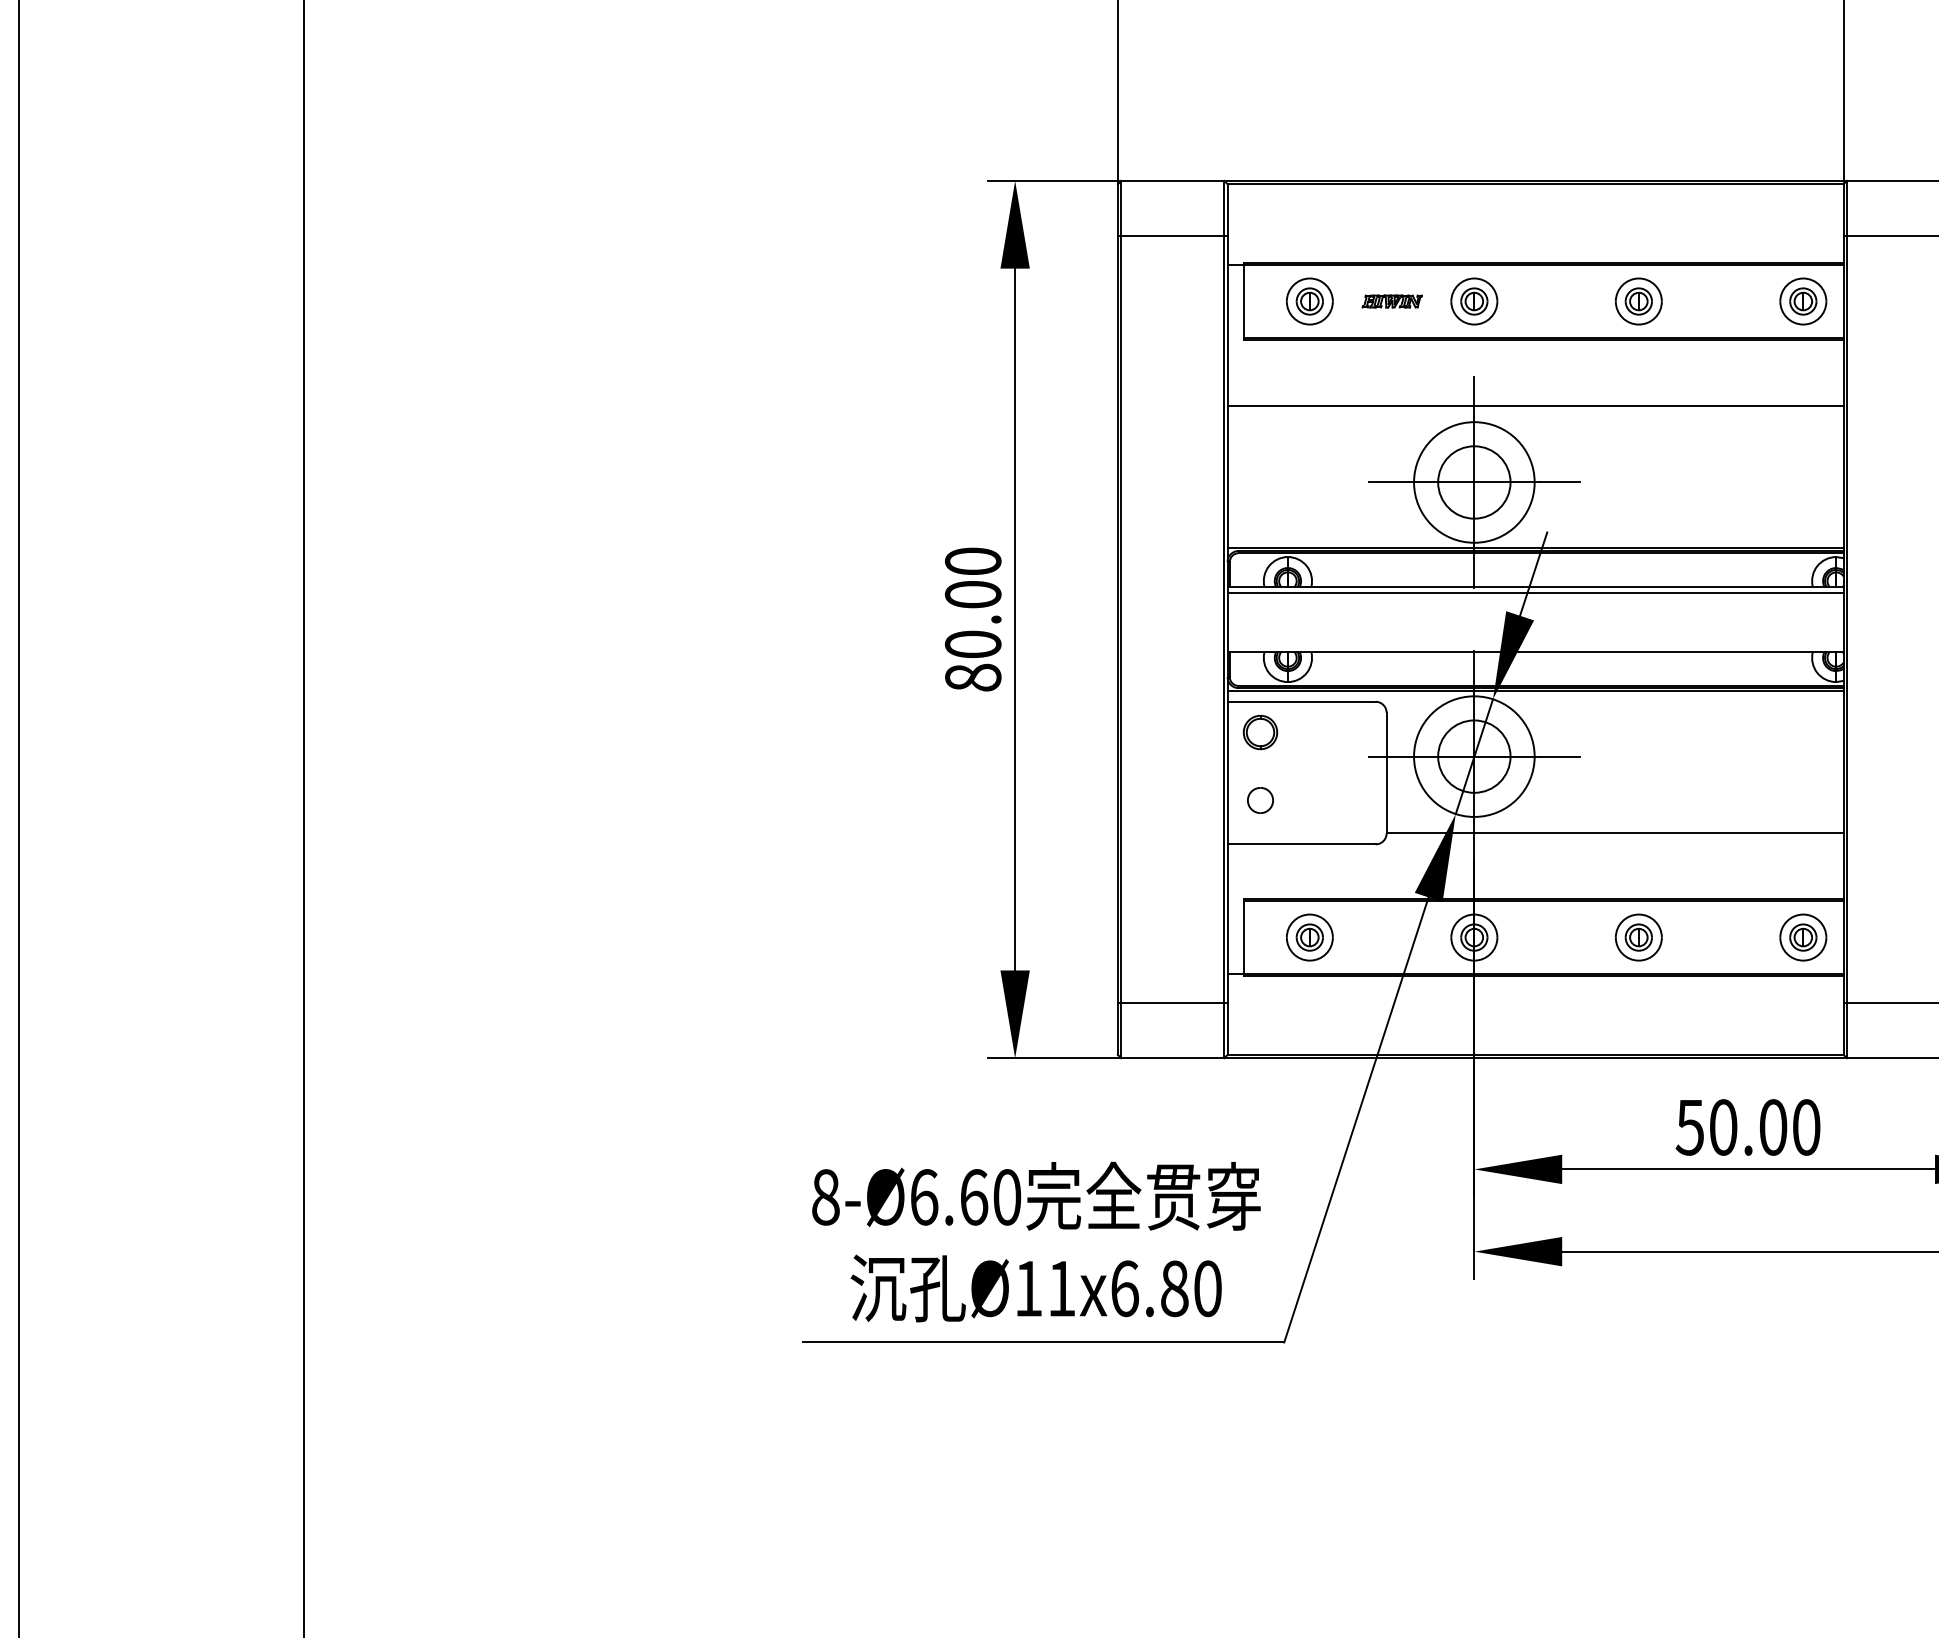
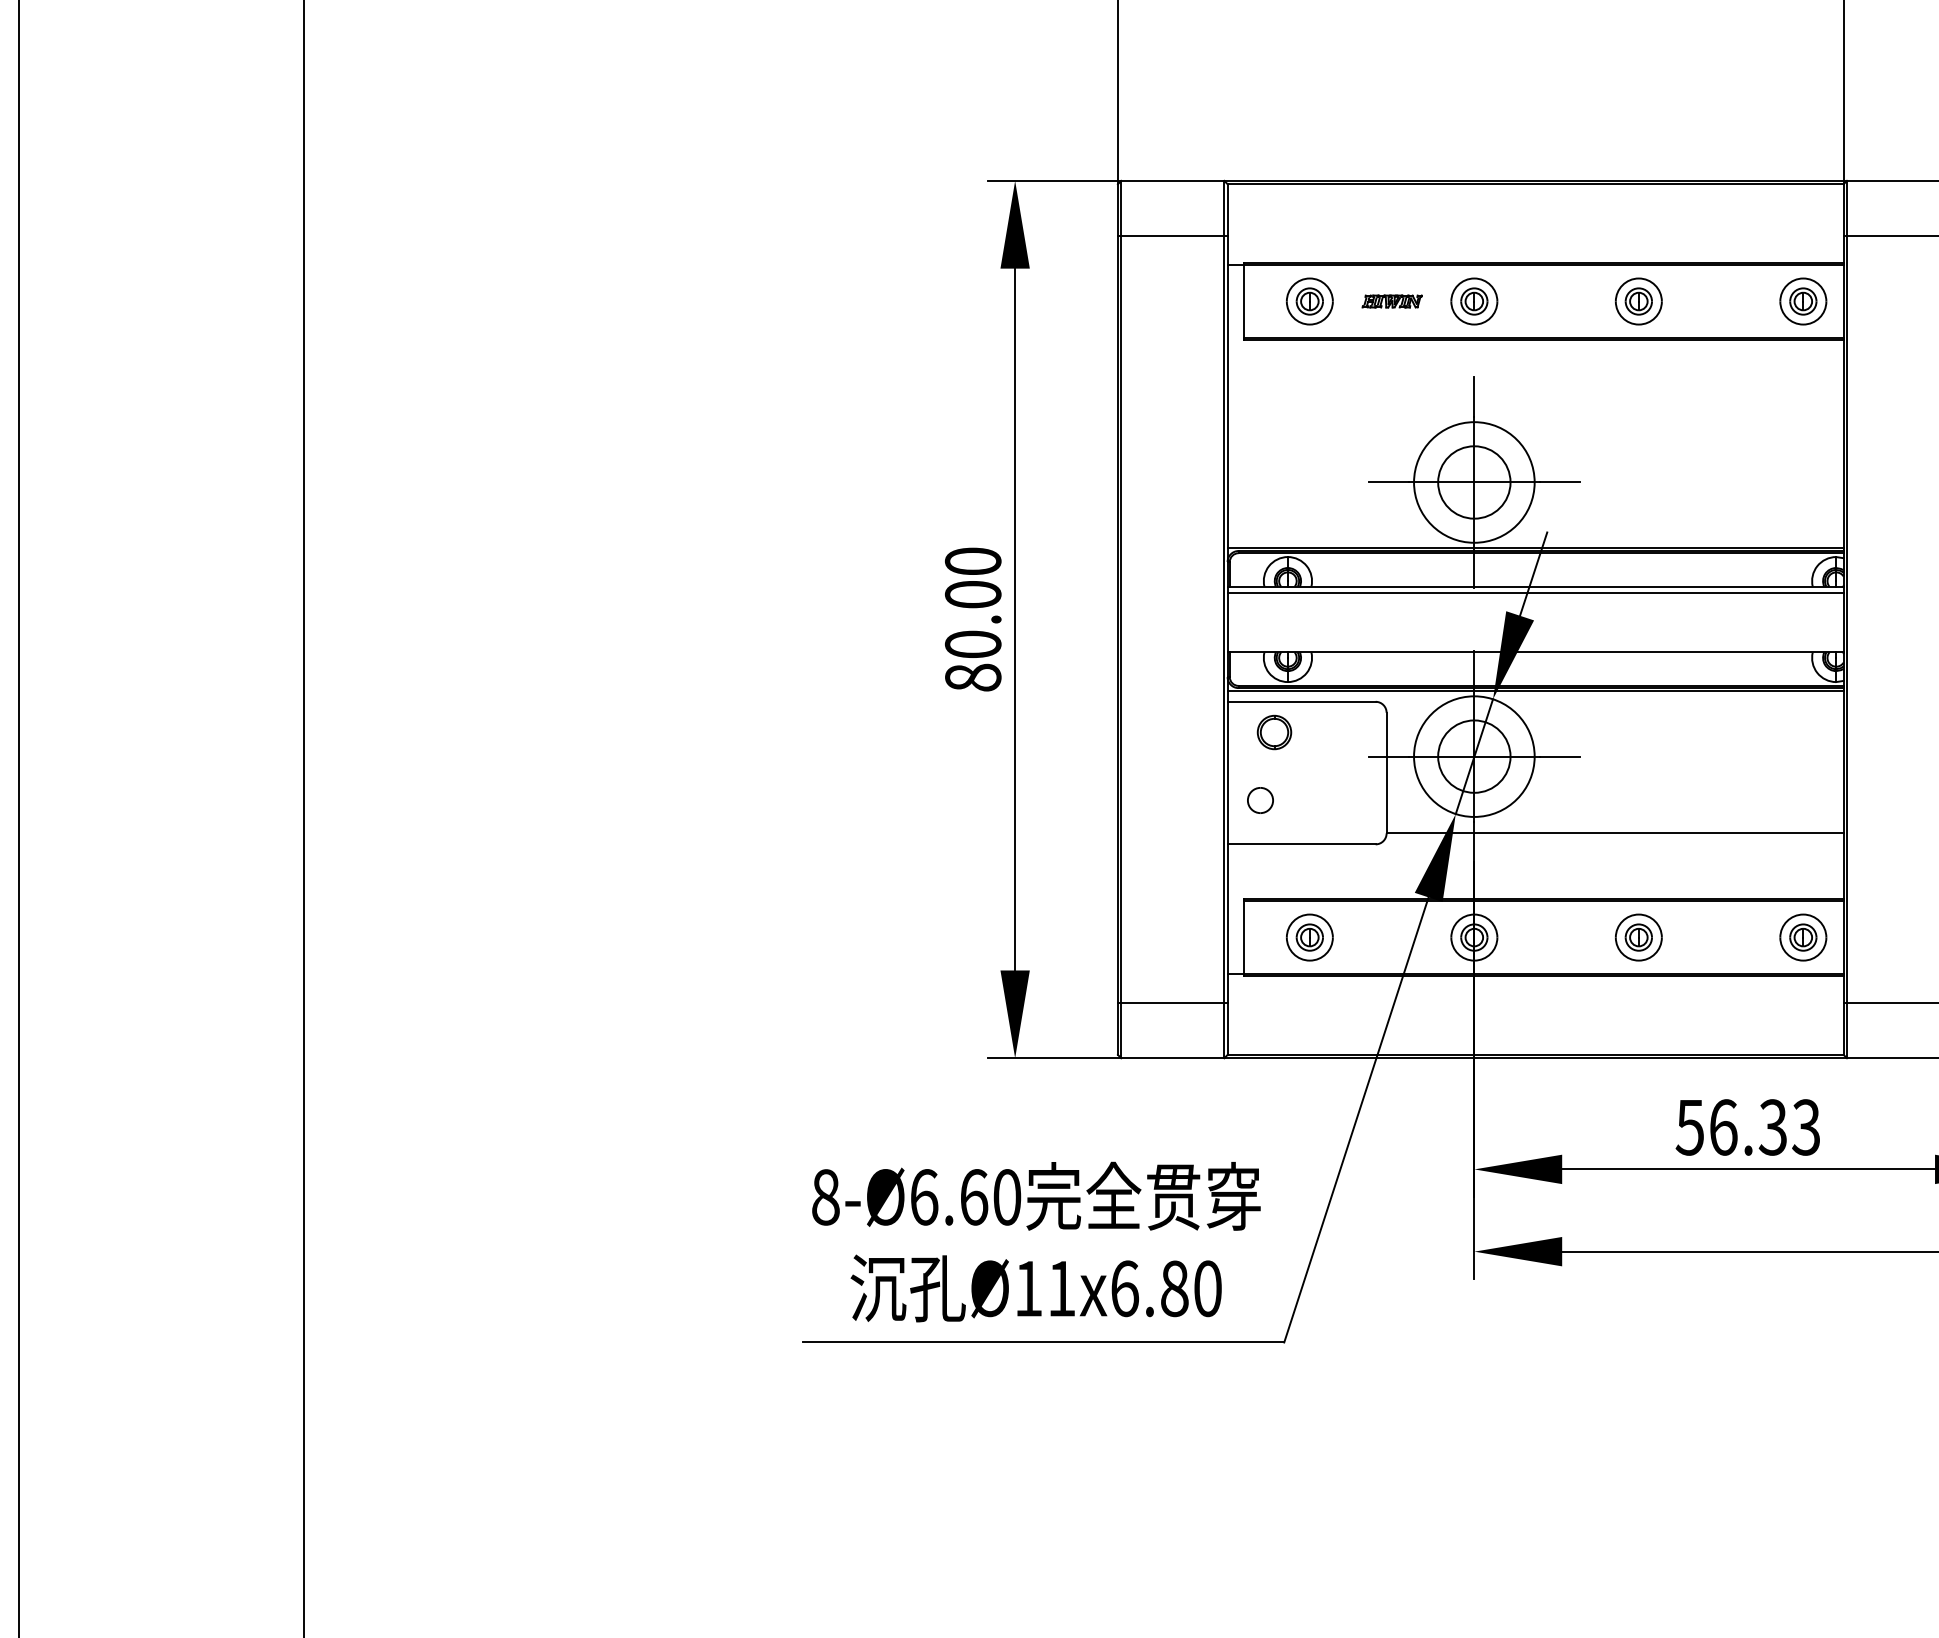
line at (1535, 405): present -> none
part at (1260, 732) position: (1260, 732) -> (1274, 732)
text at (1765, 1127): 50.00 -> 56.33
